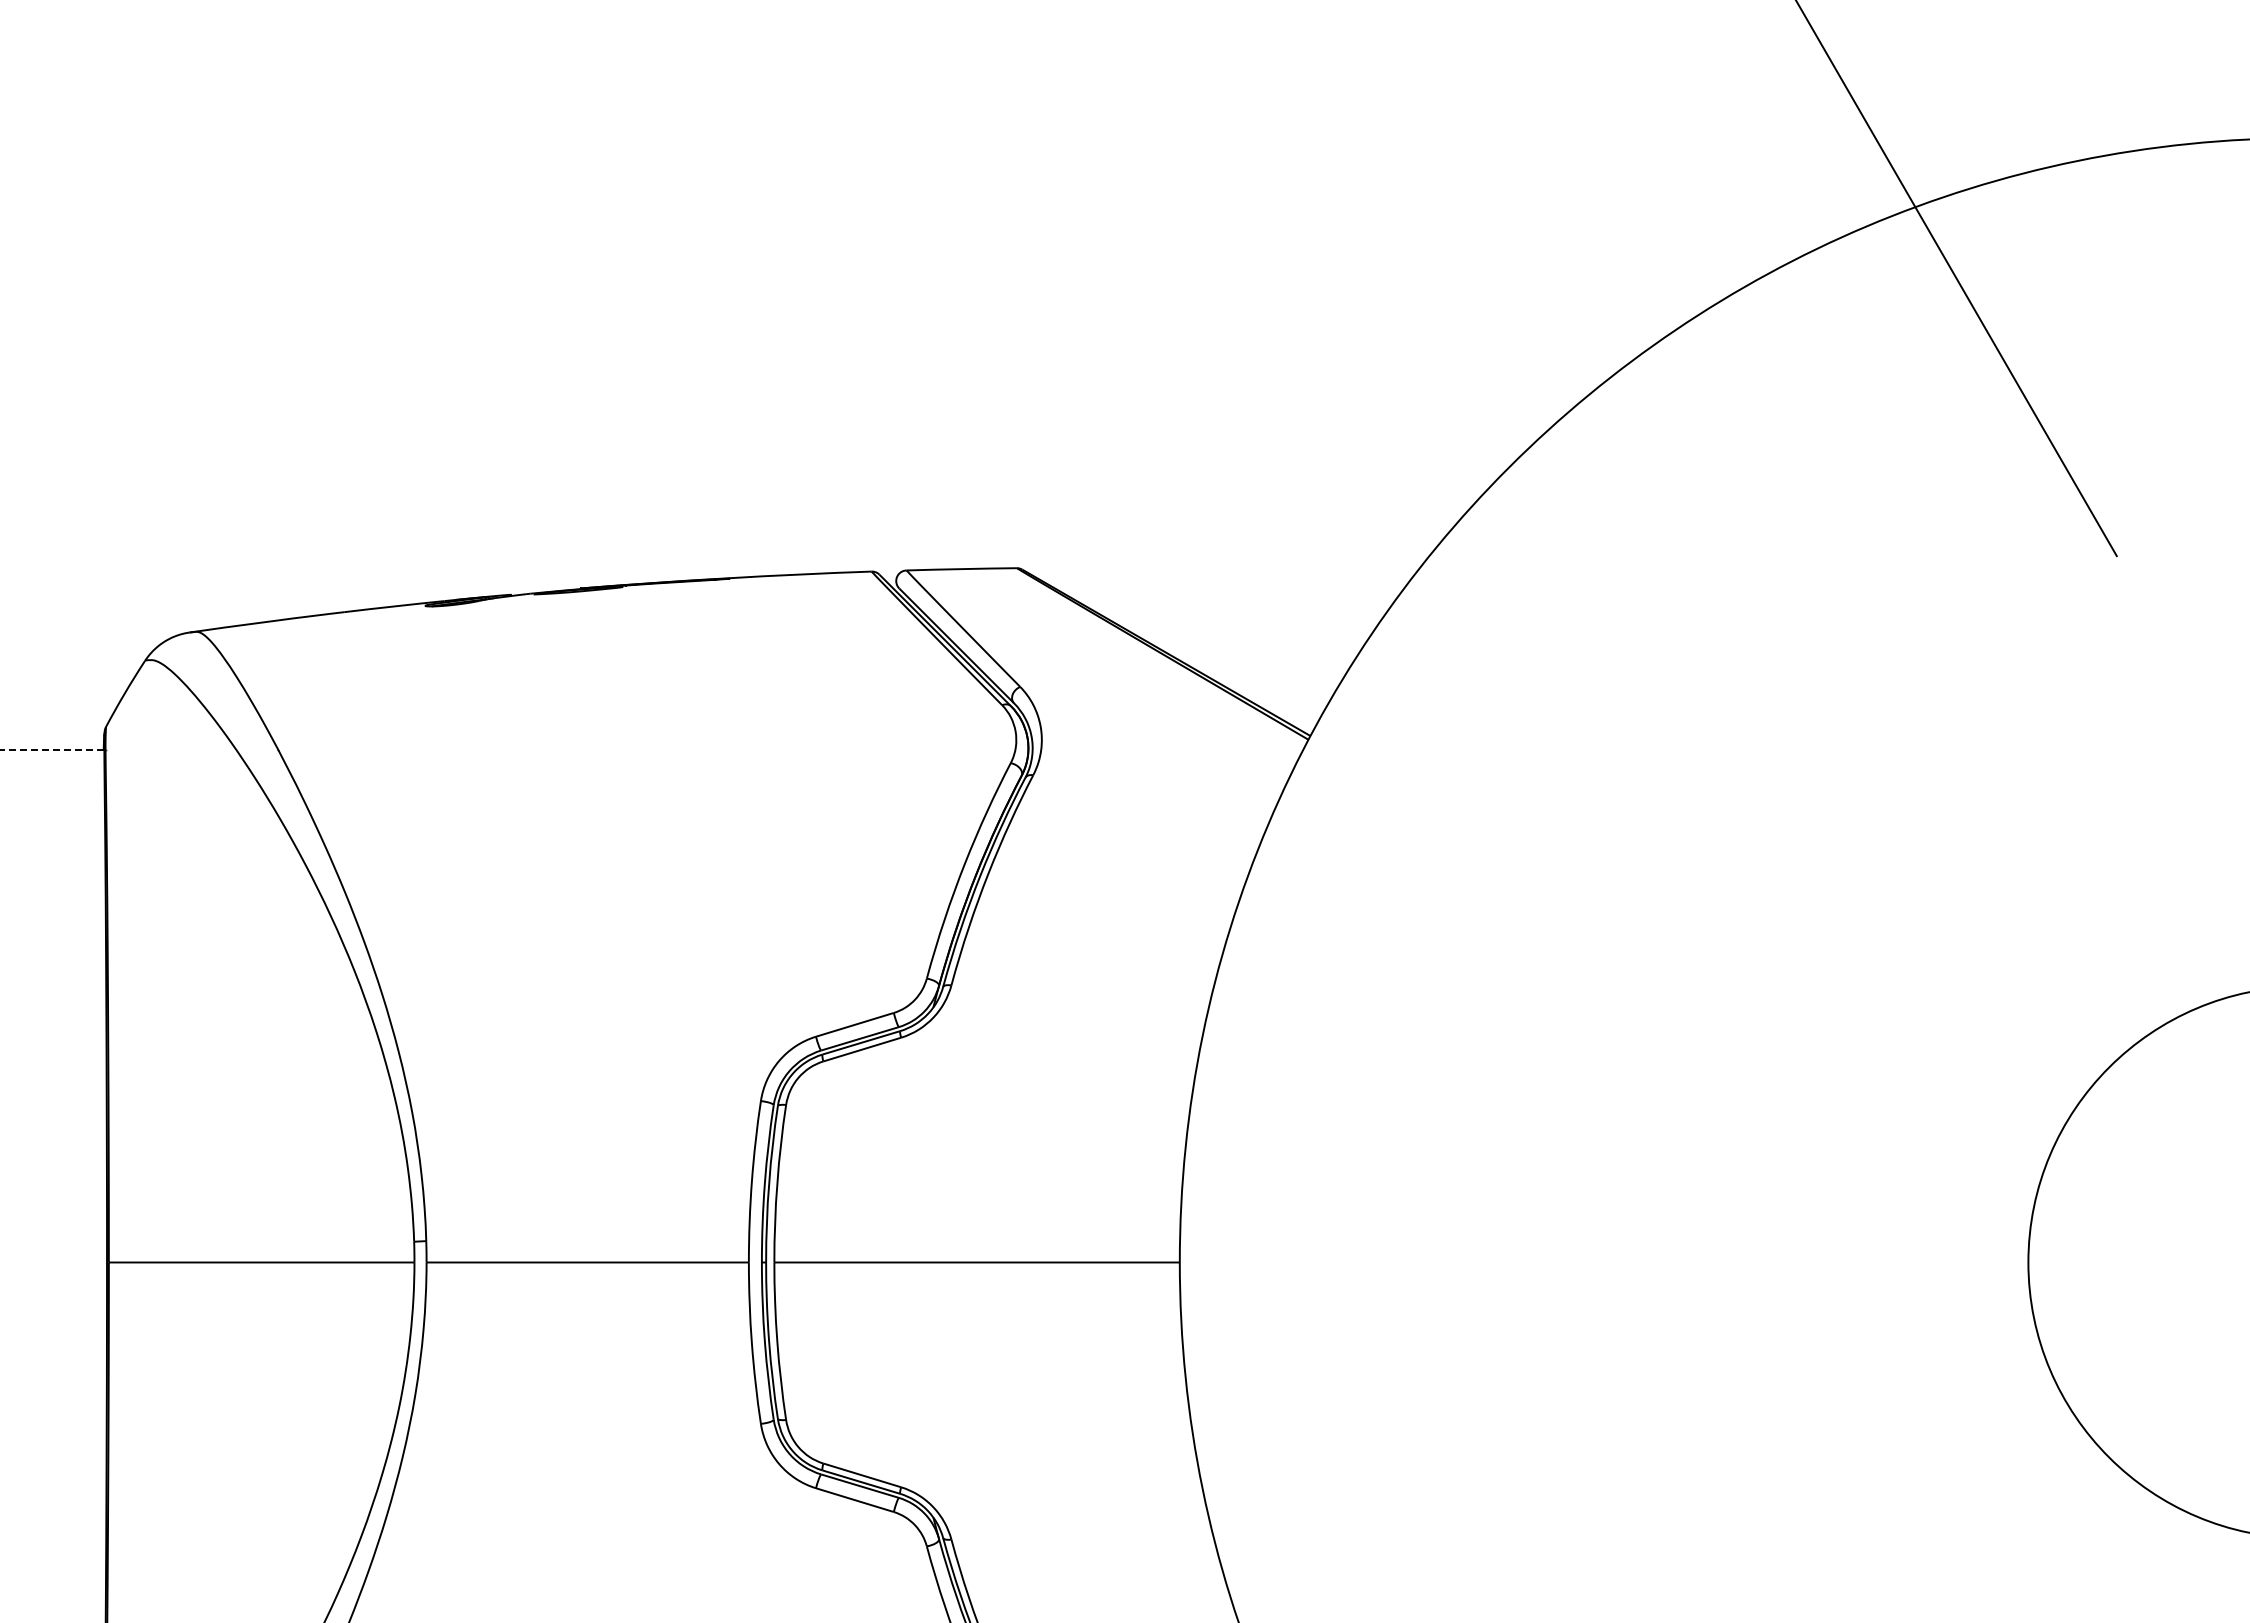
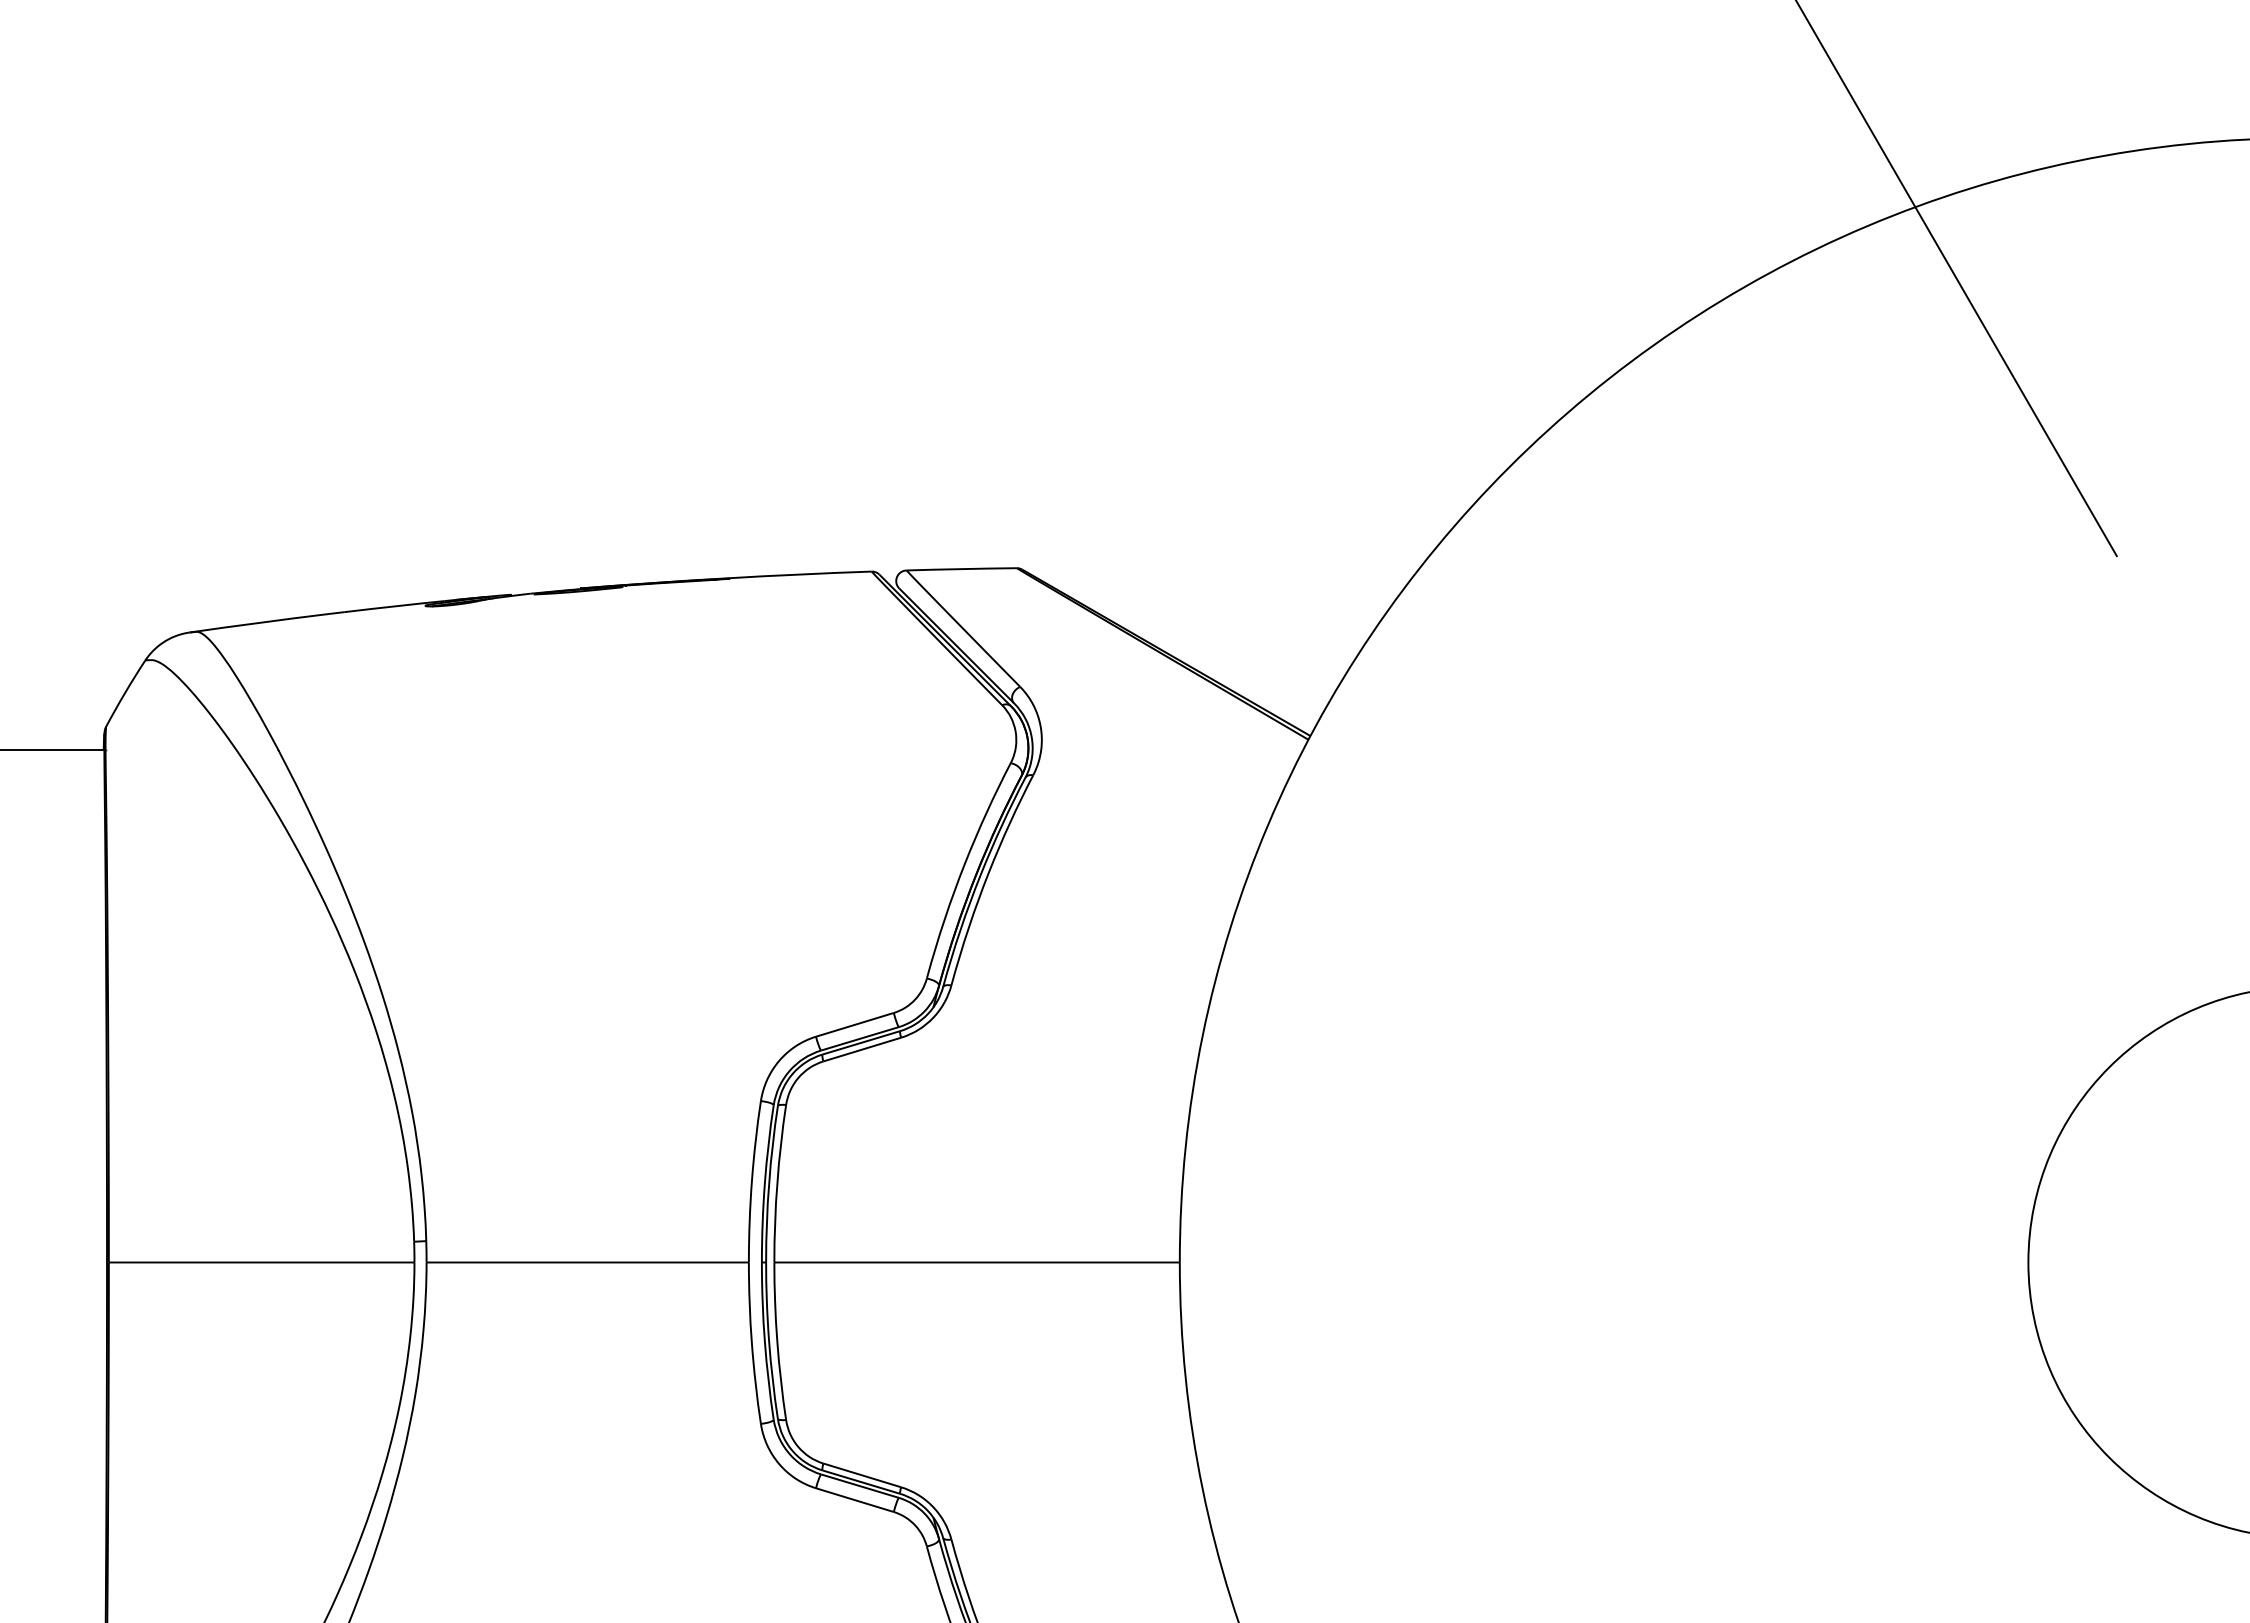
line at (52, 750): dashed -> solid
